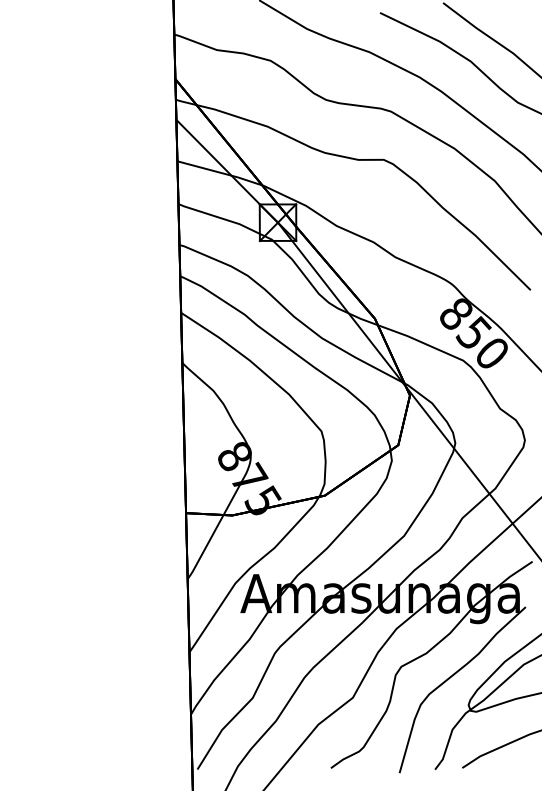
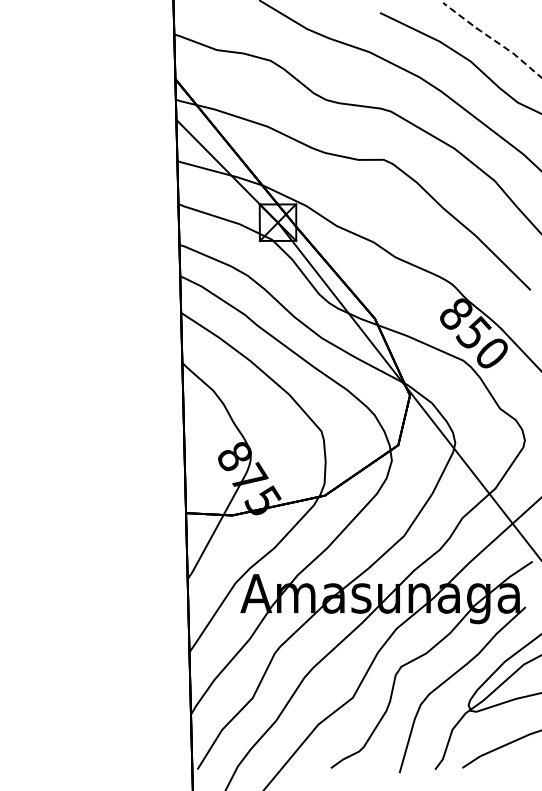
line at (492, 39): solid -> dashed
